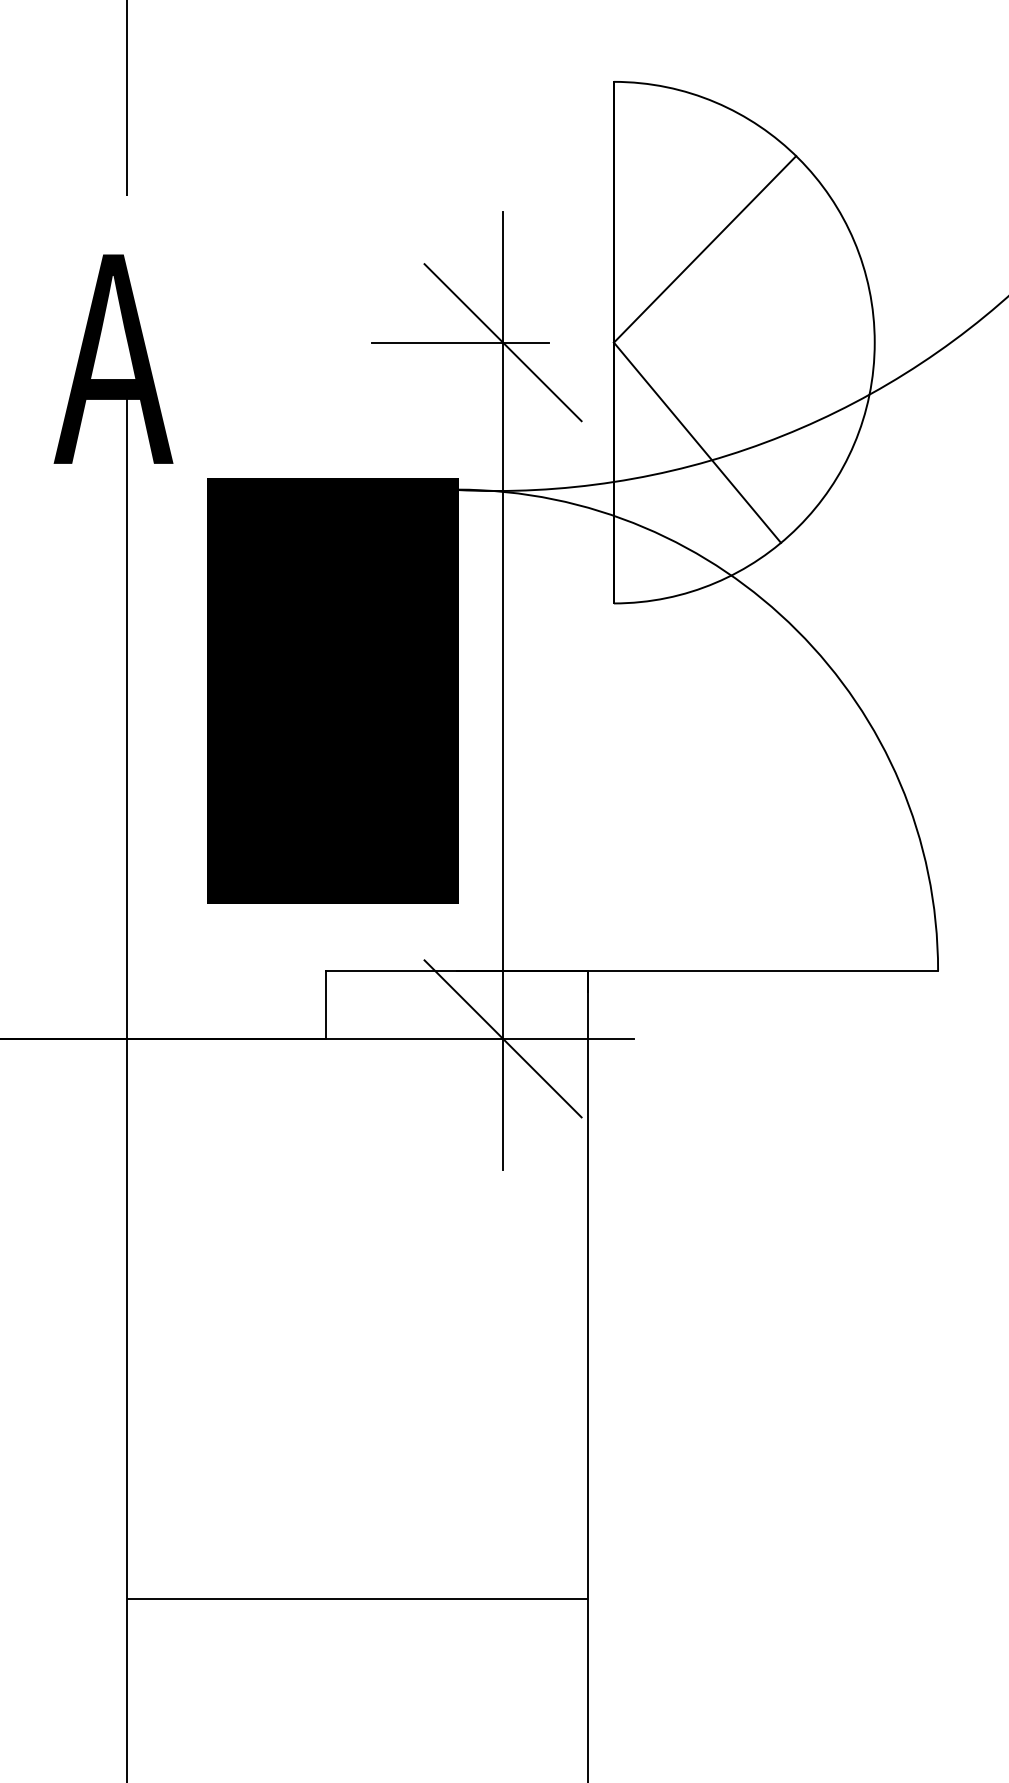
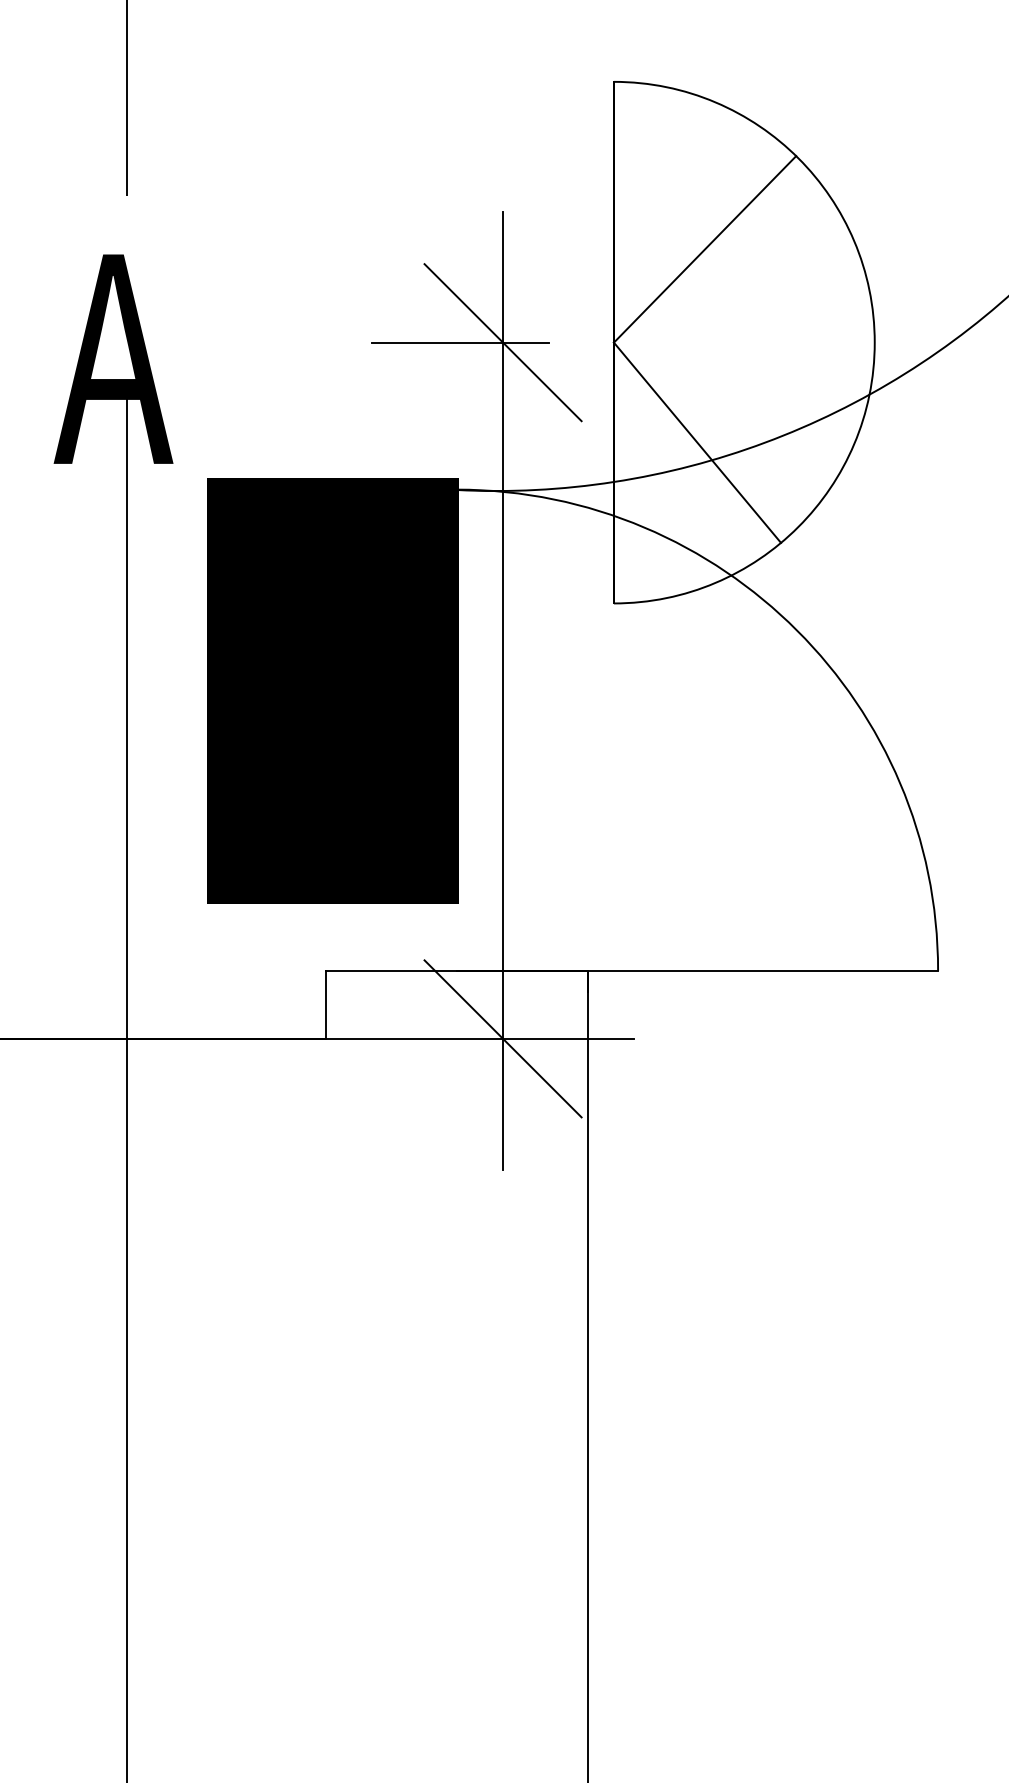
line at (357, 1598): present -> none
